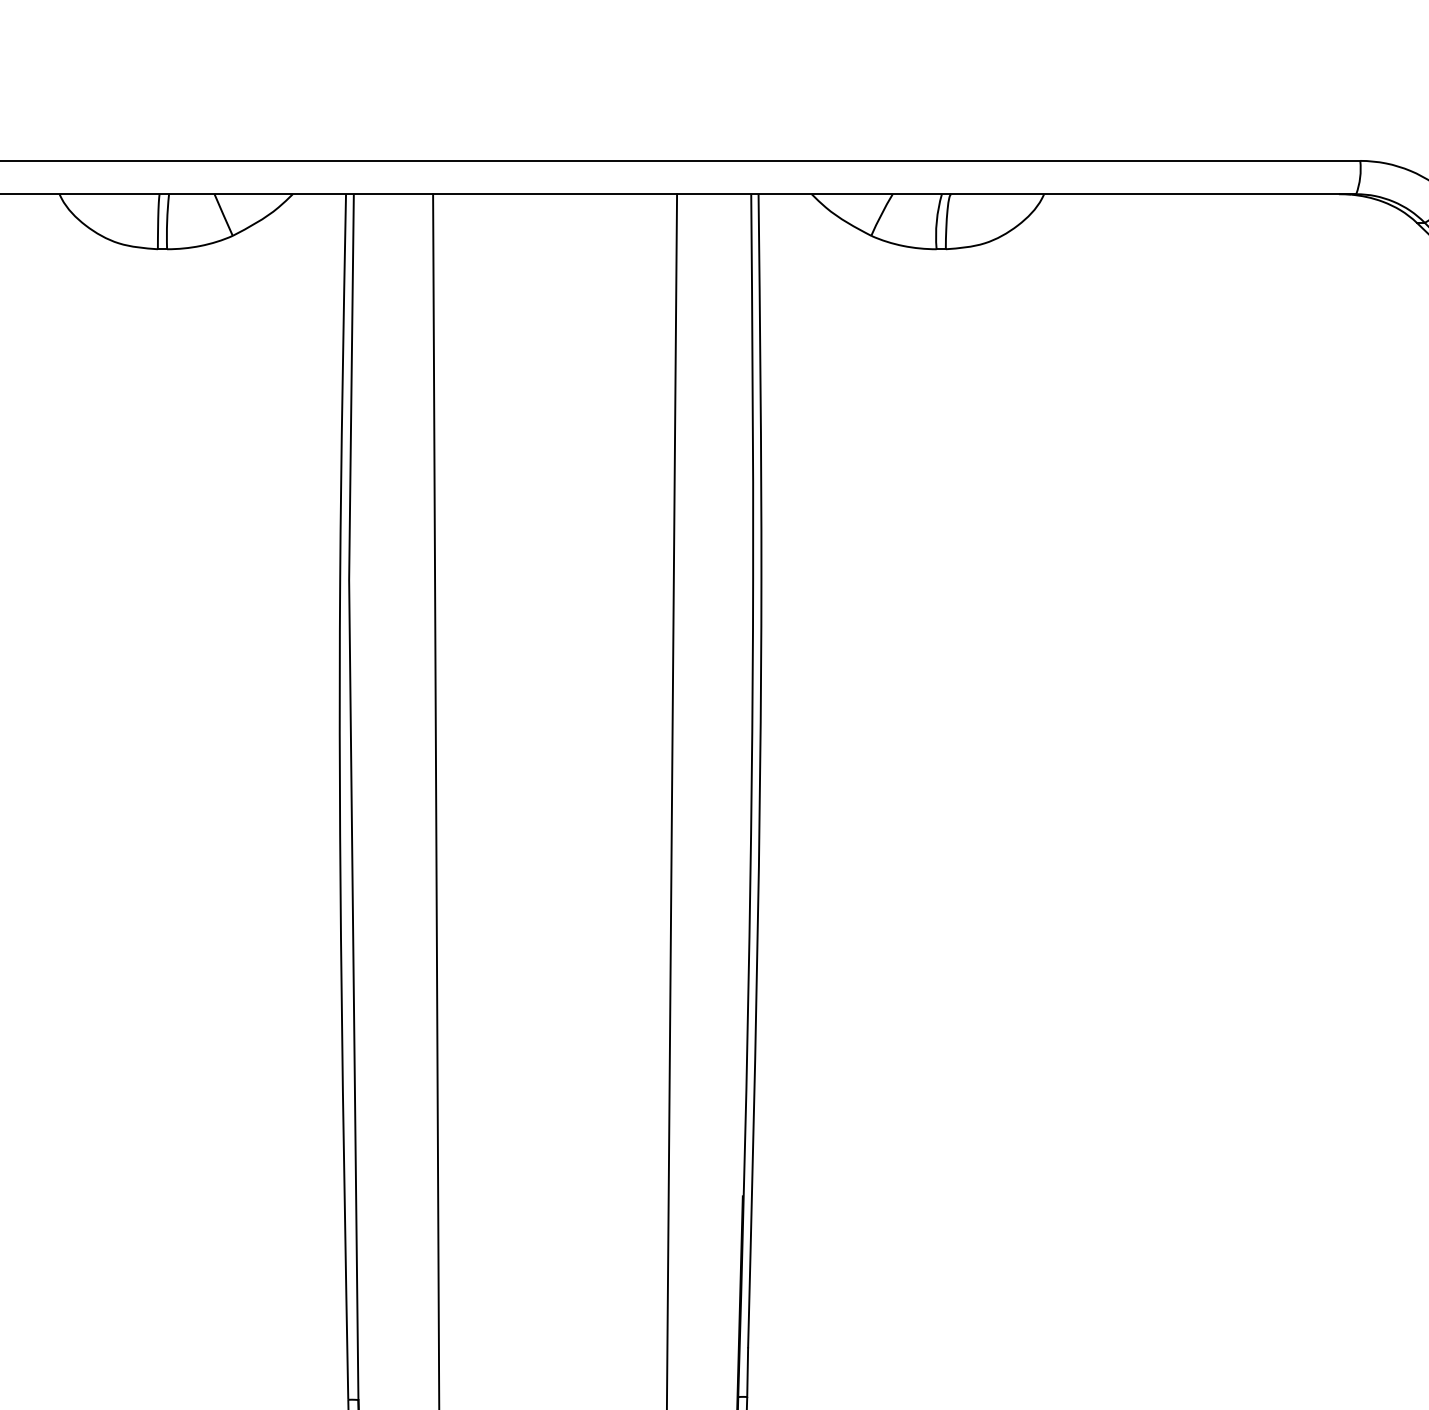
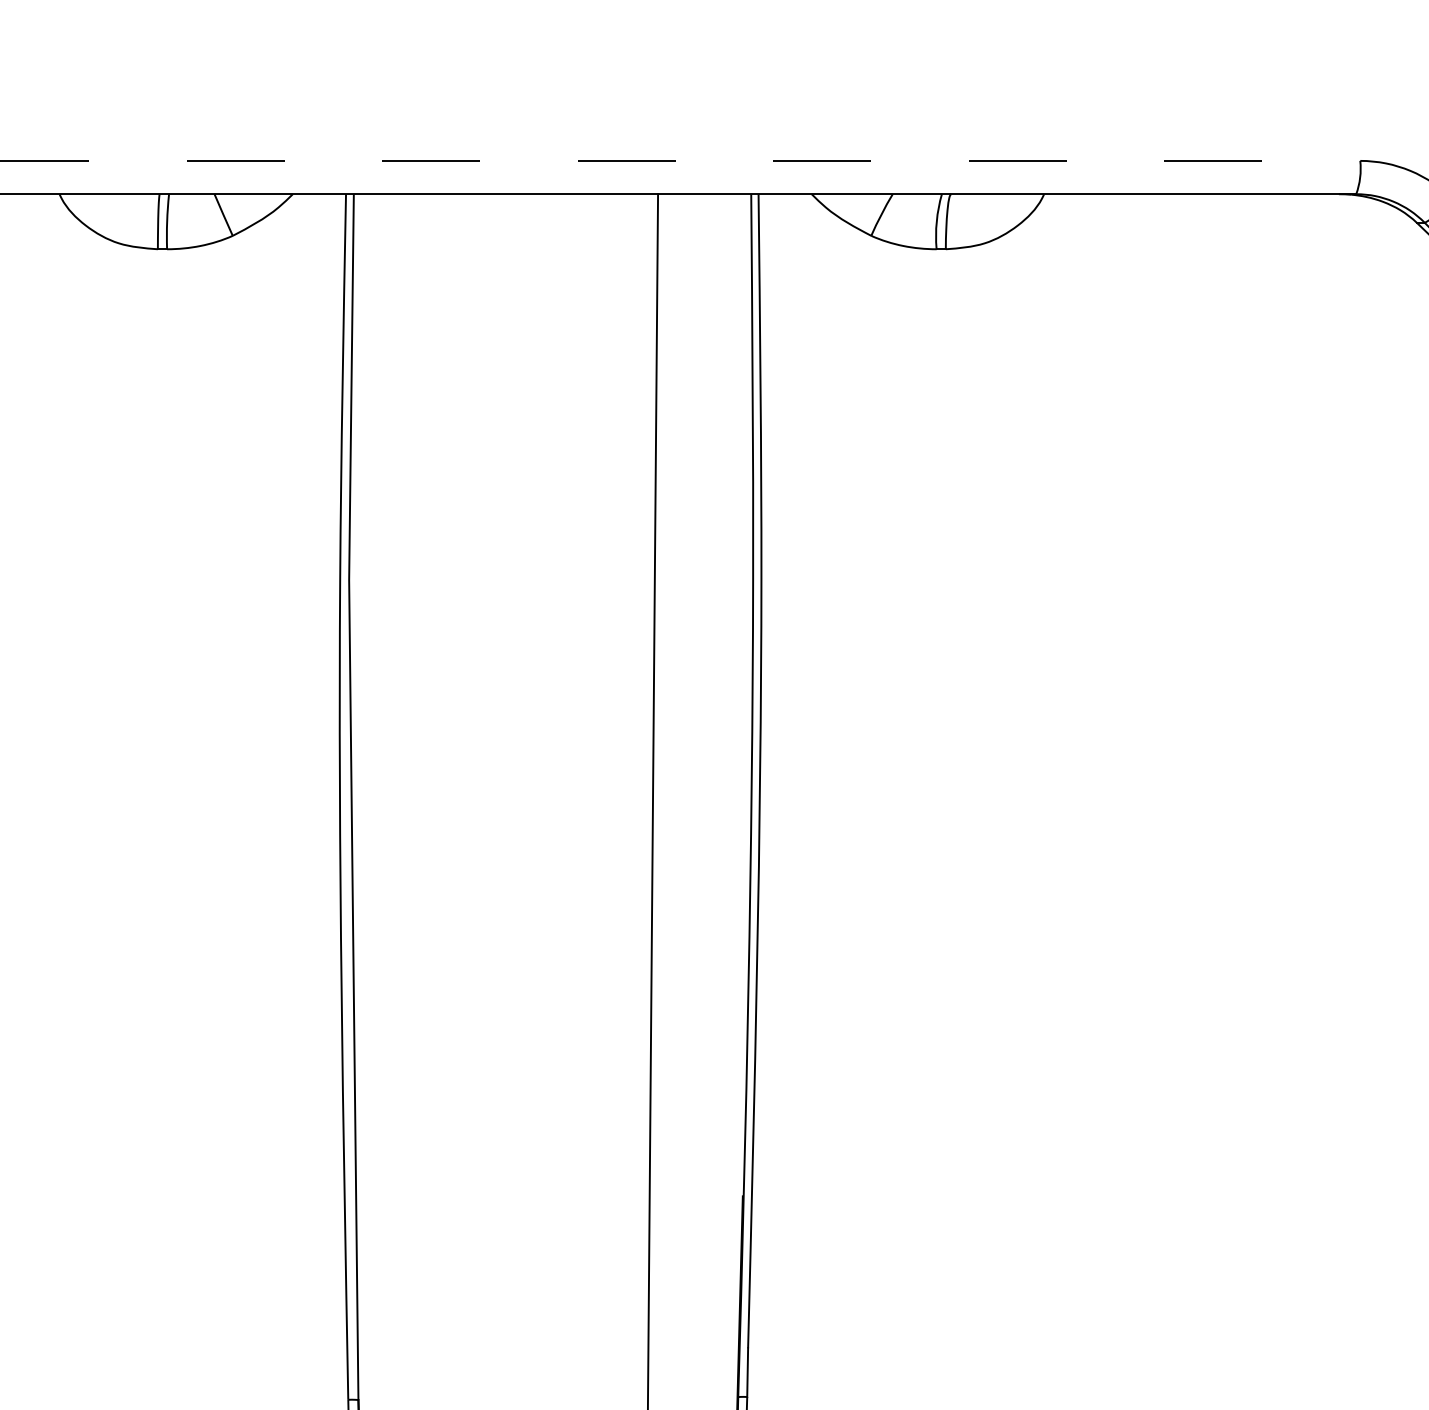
line at (680, 160): solid -> dashed
line at (436, 800): present -> none
line at (671, 800) position: (671, 800) -> (652, 800)
